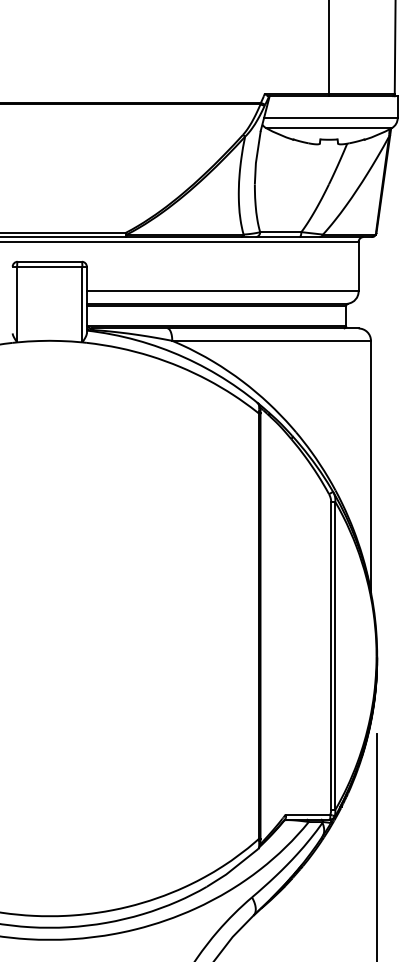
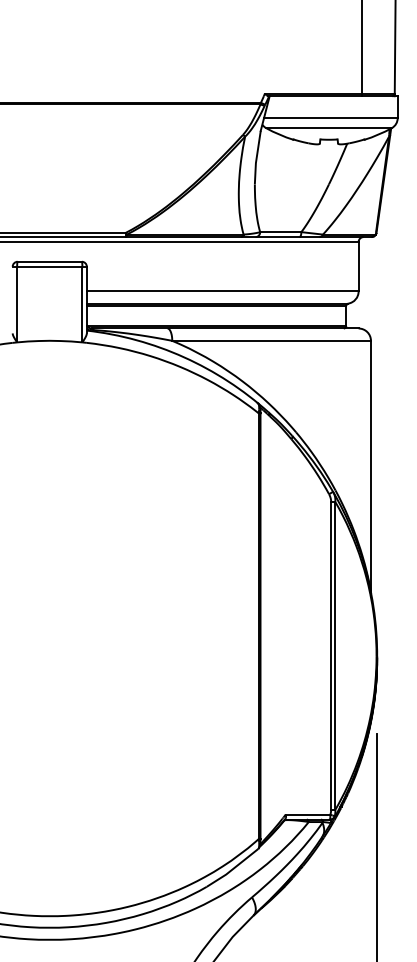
line at (328, 49) position: (328, 49) -> (361, 49)
